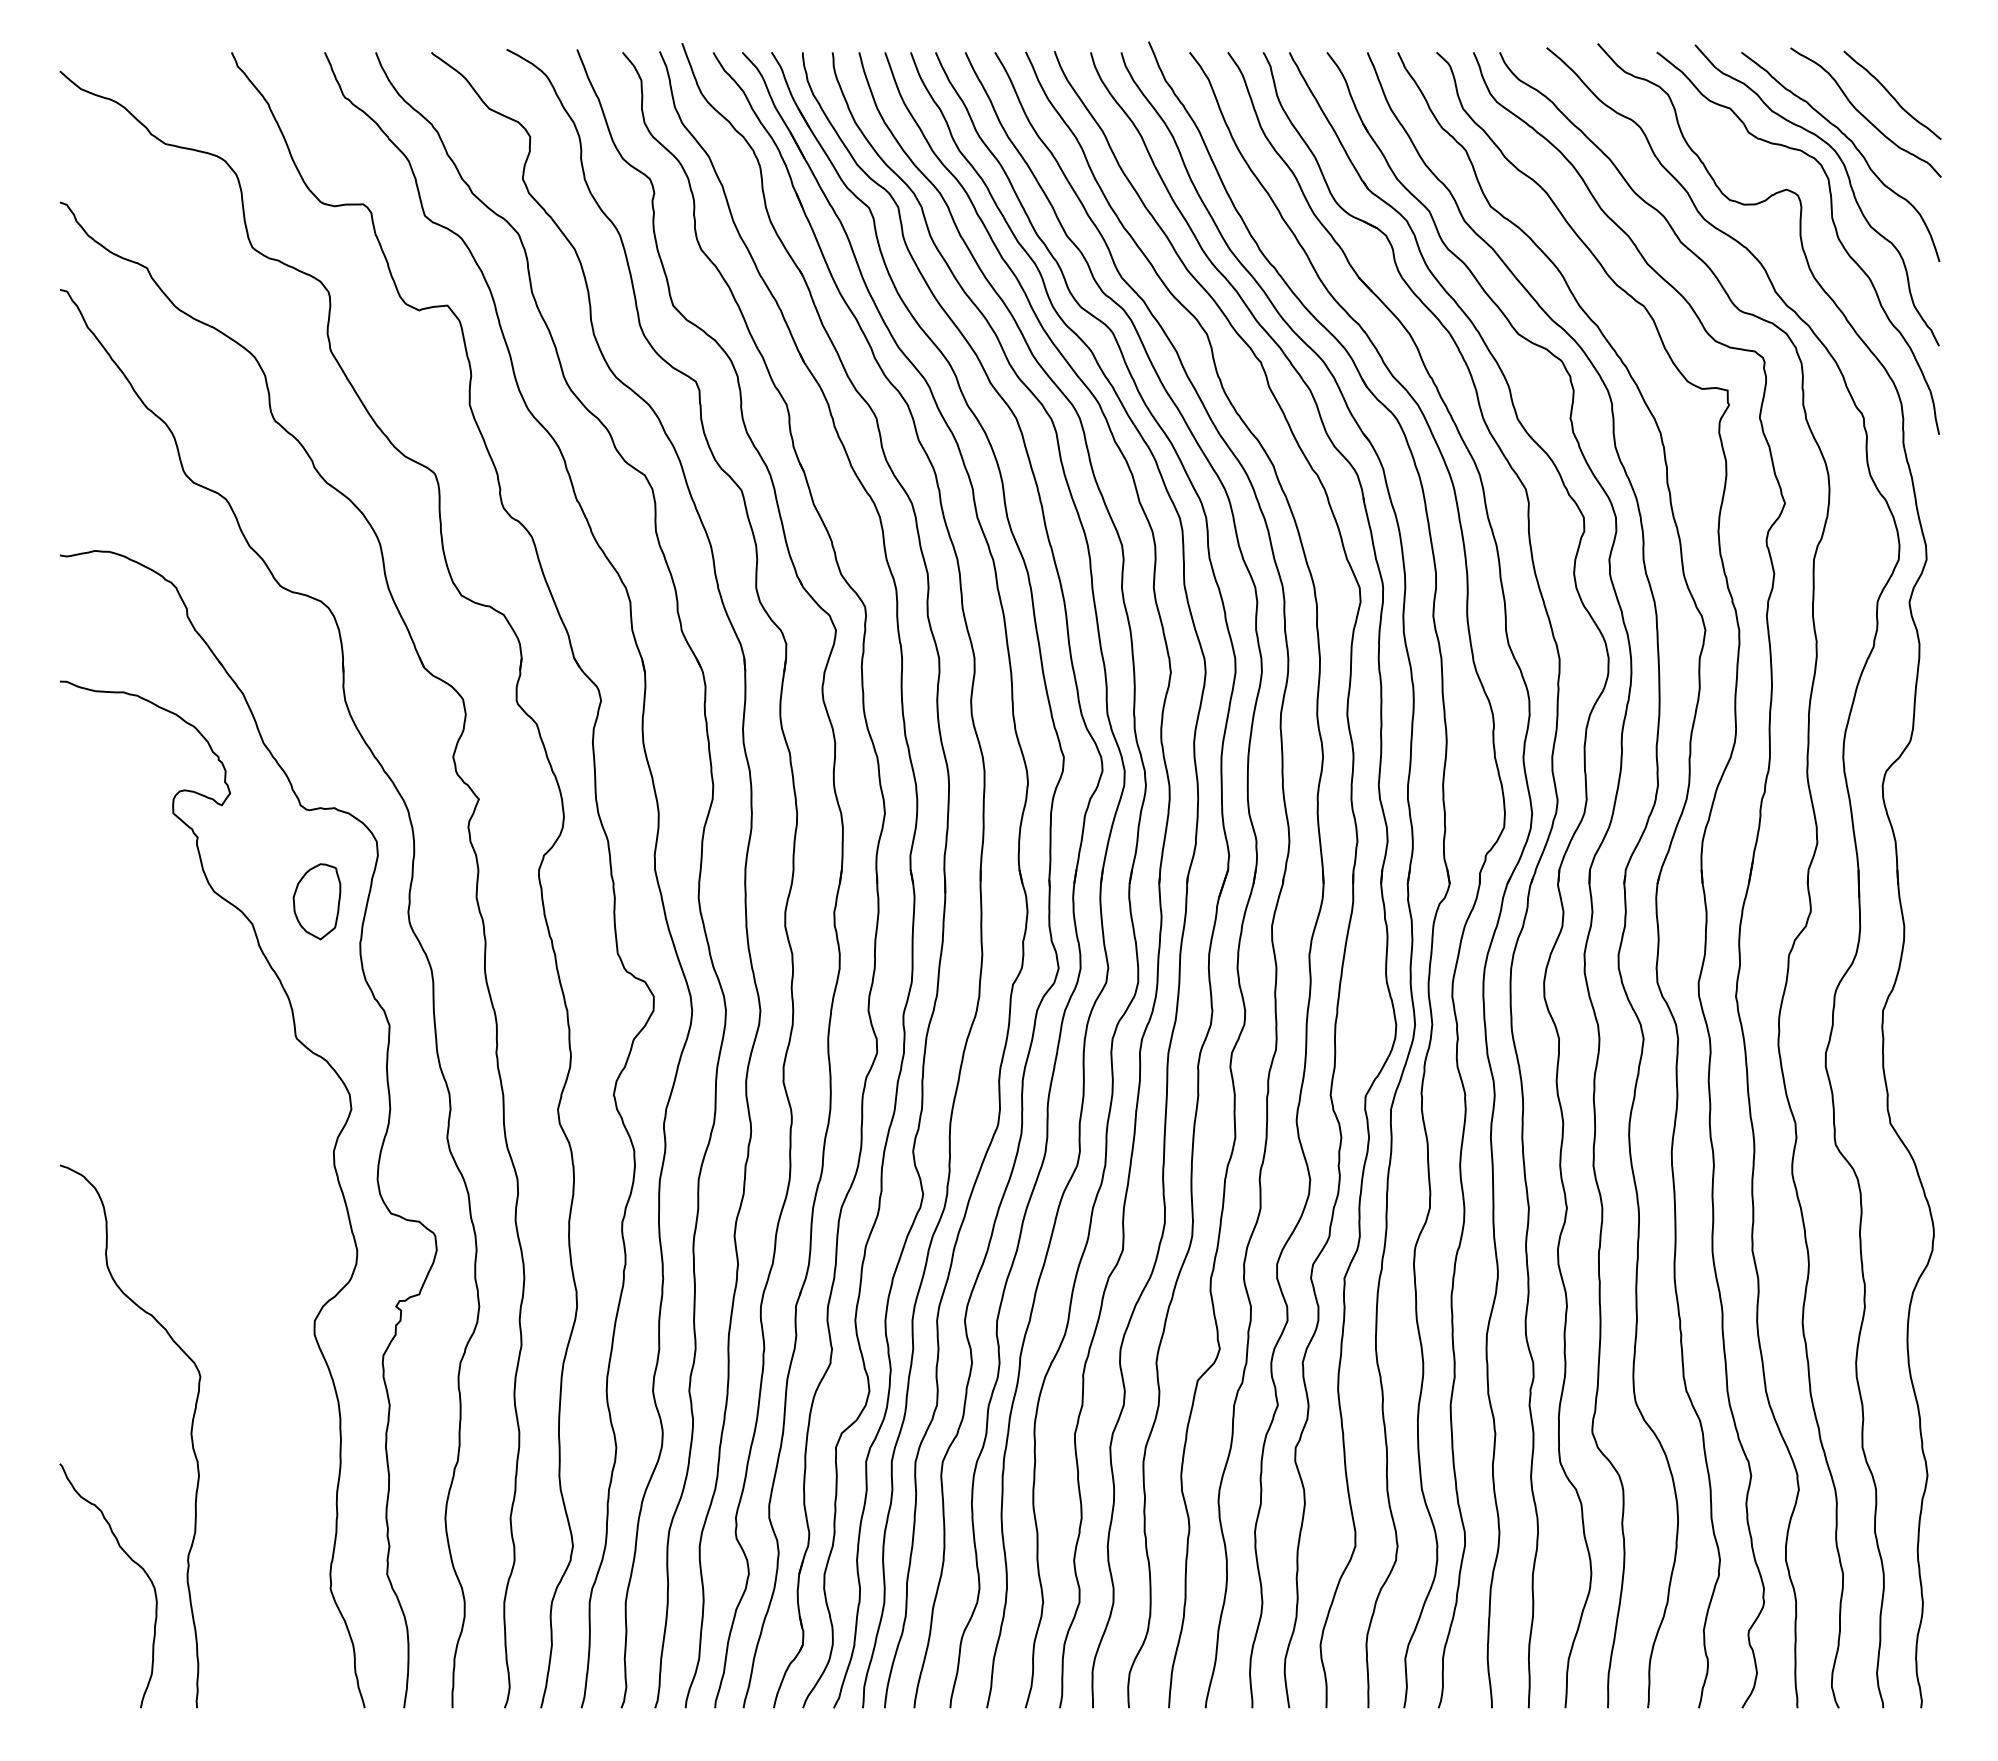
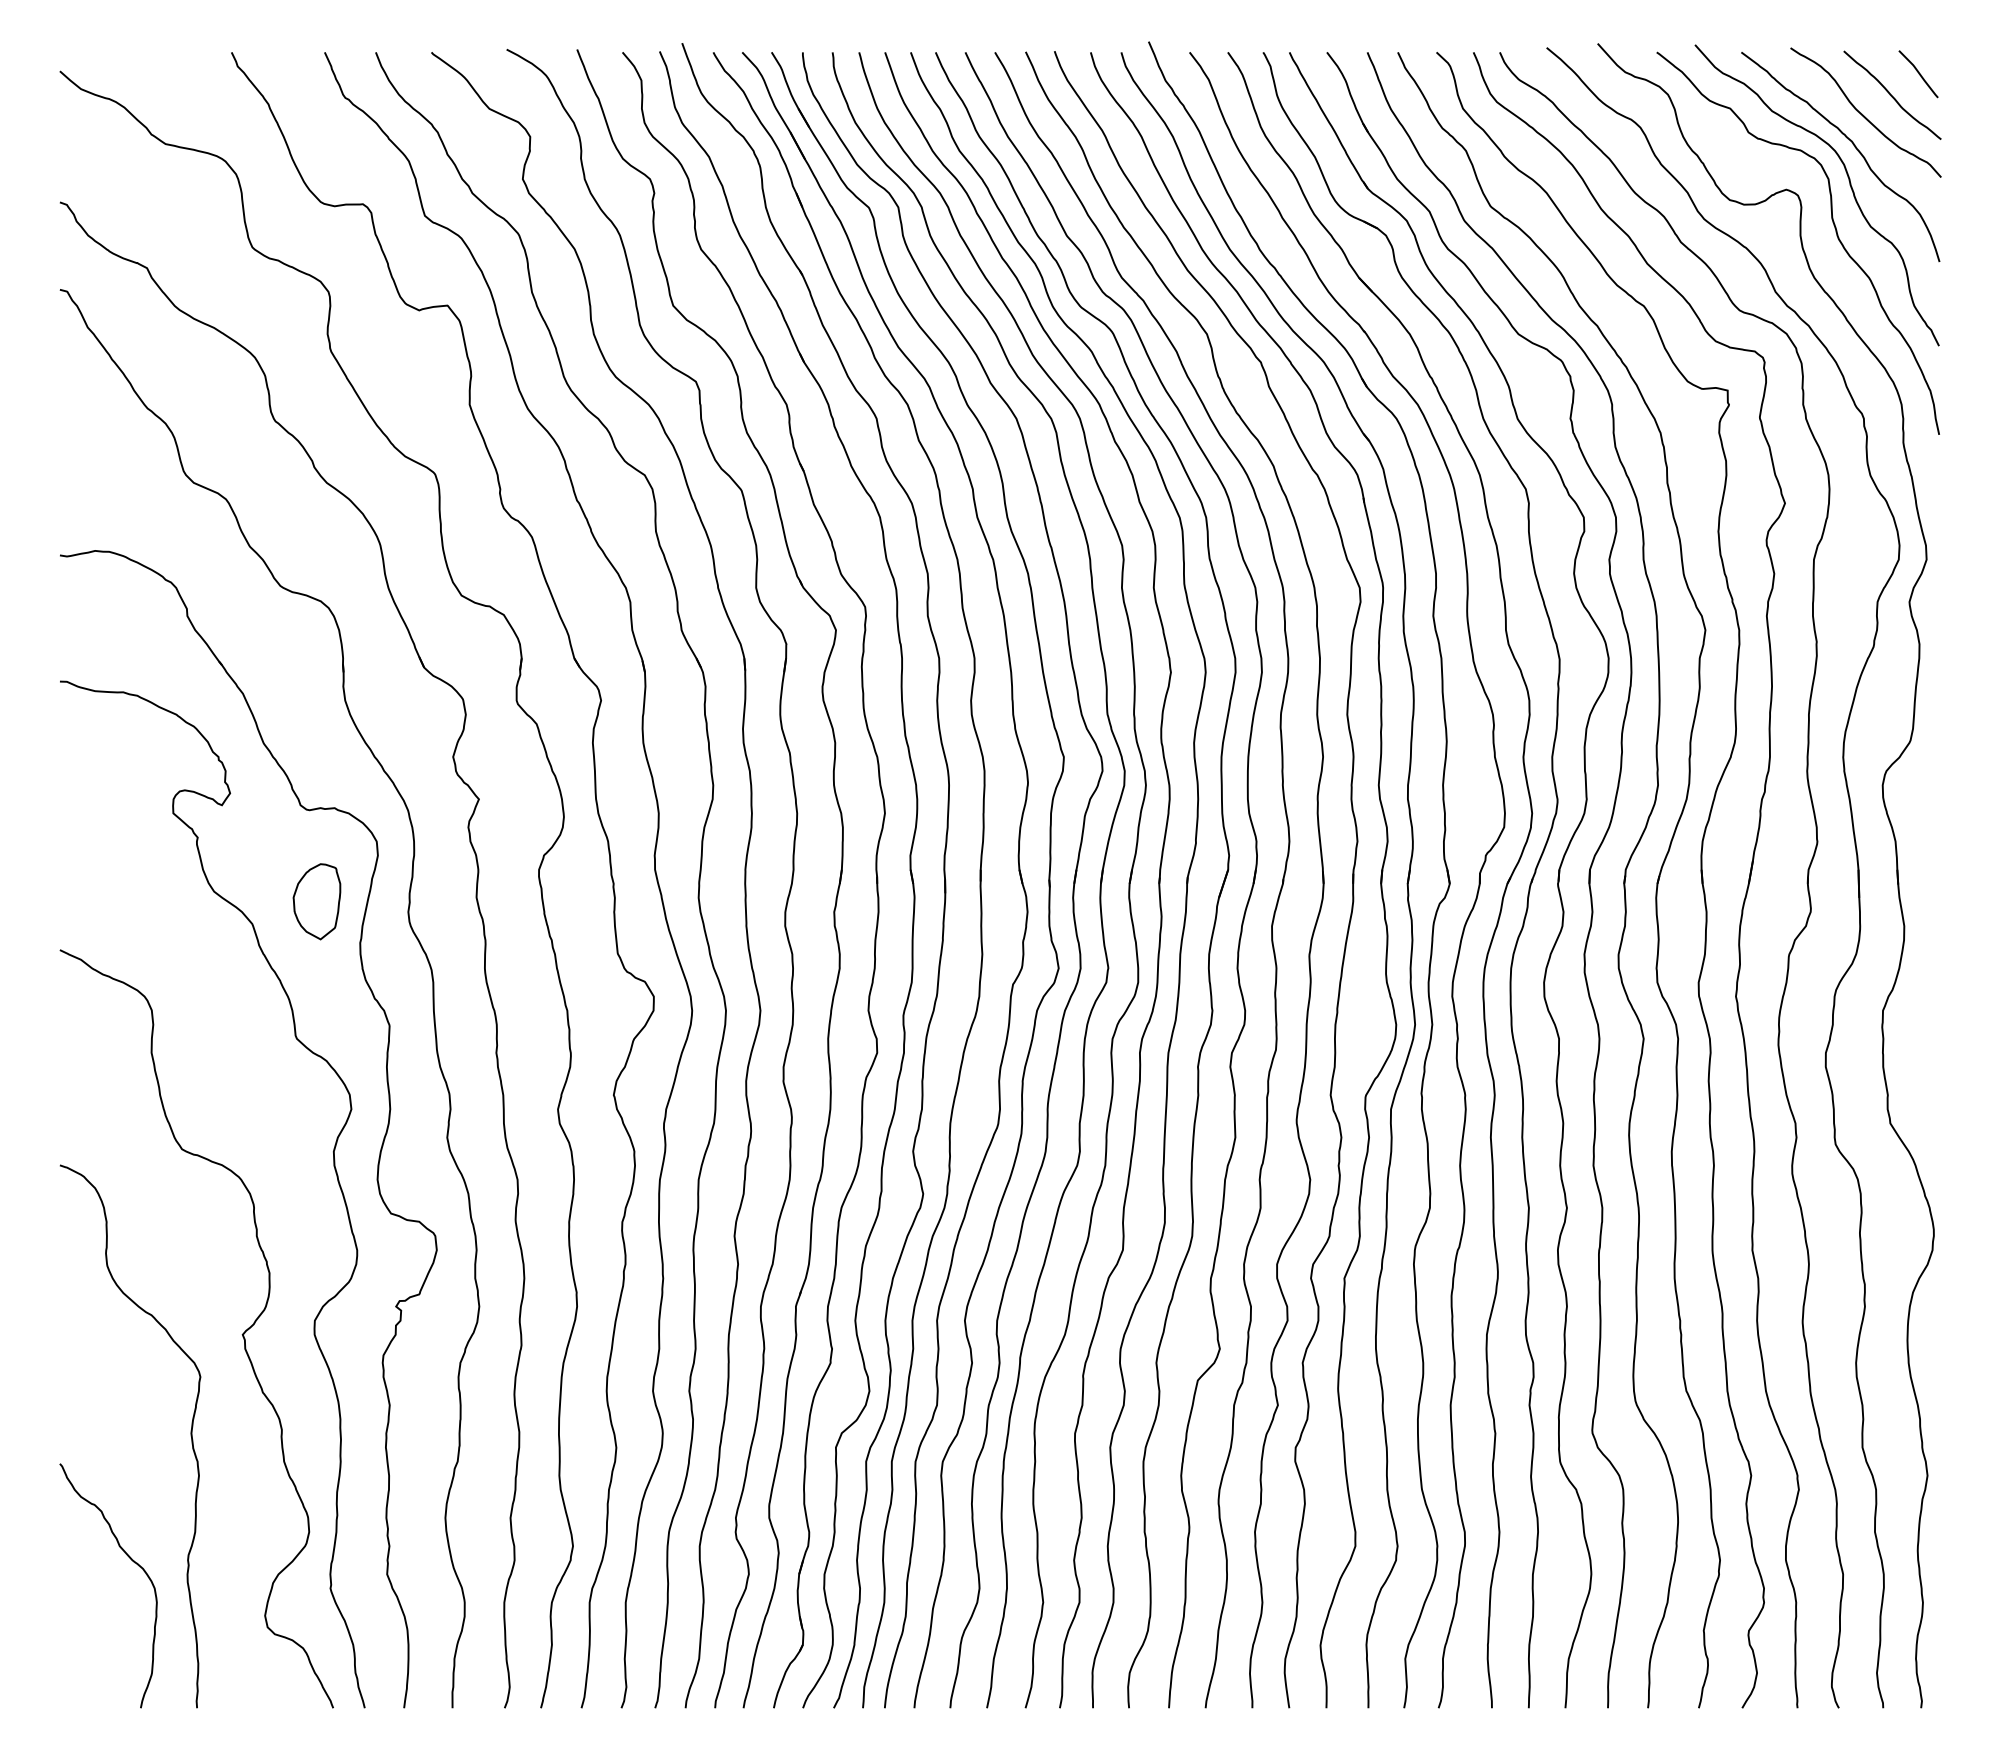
curve at (1918, 74): none -> present
curve at (241, 1334): none -> present
